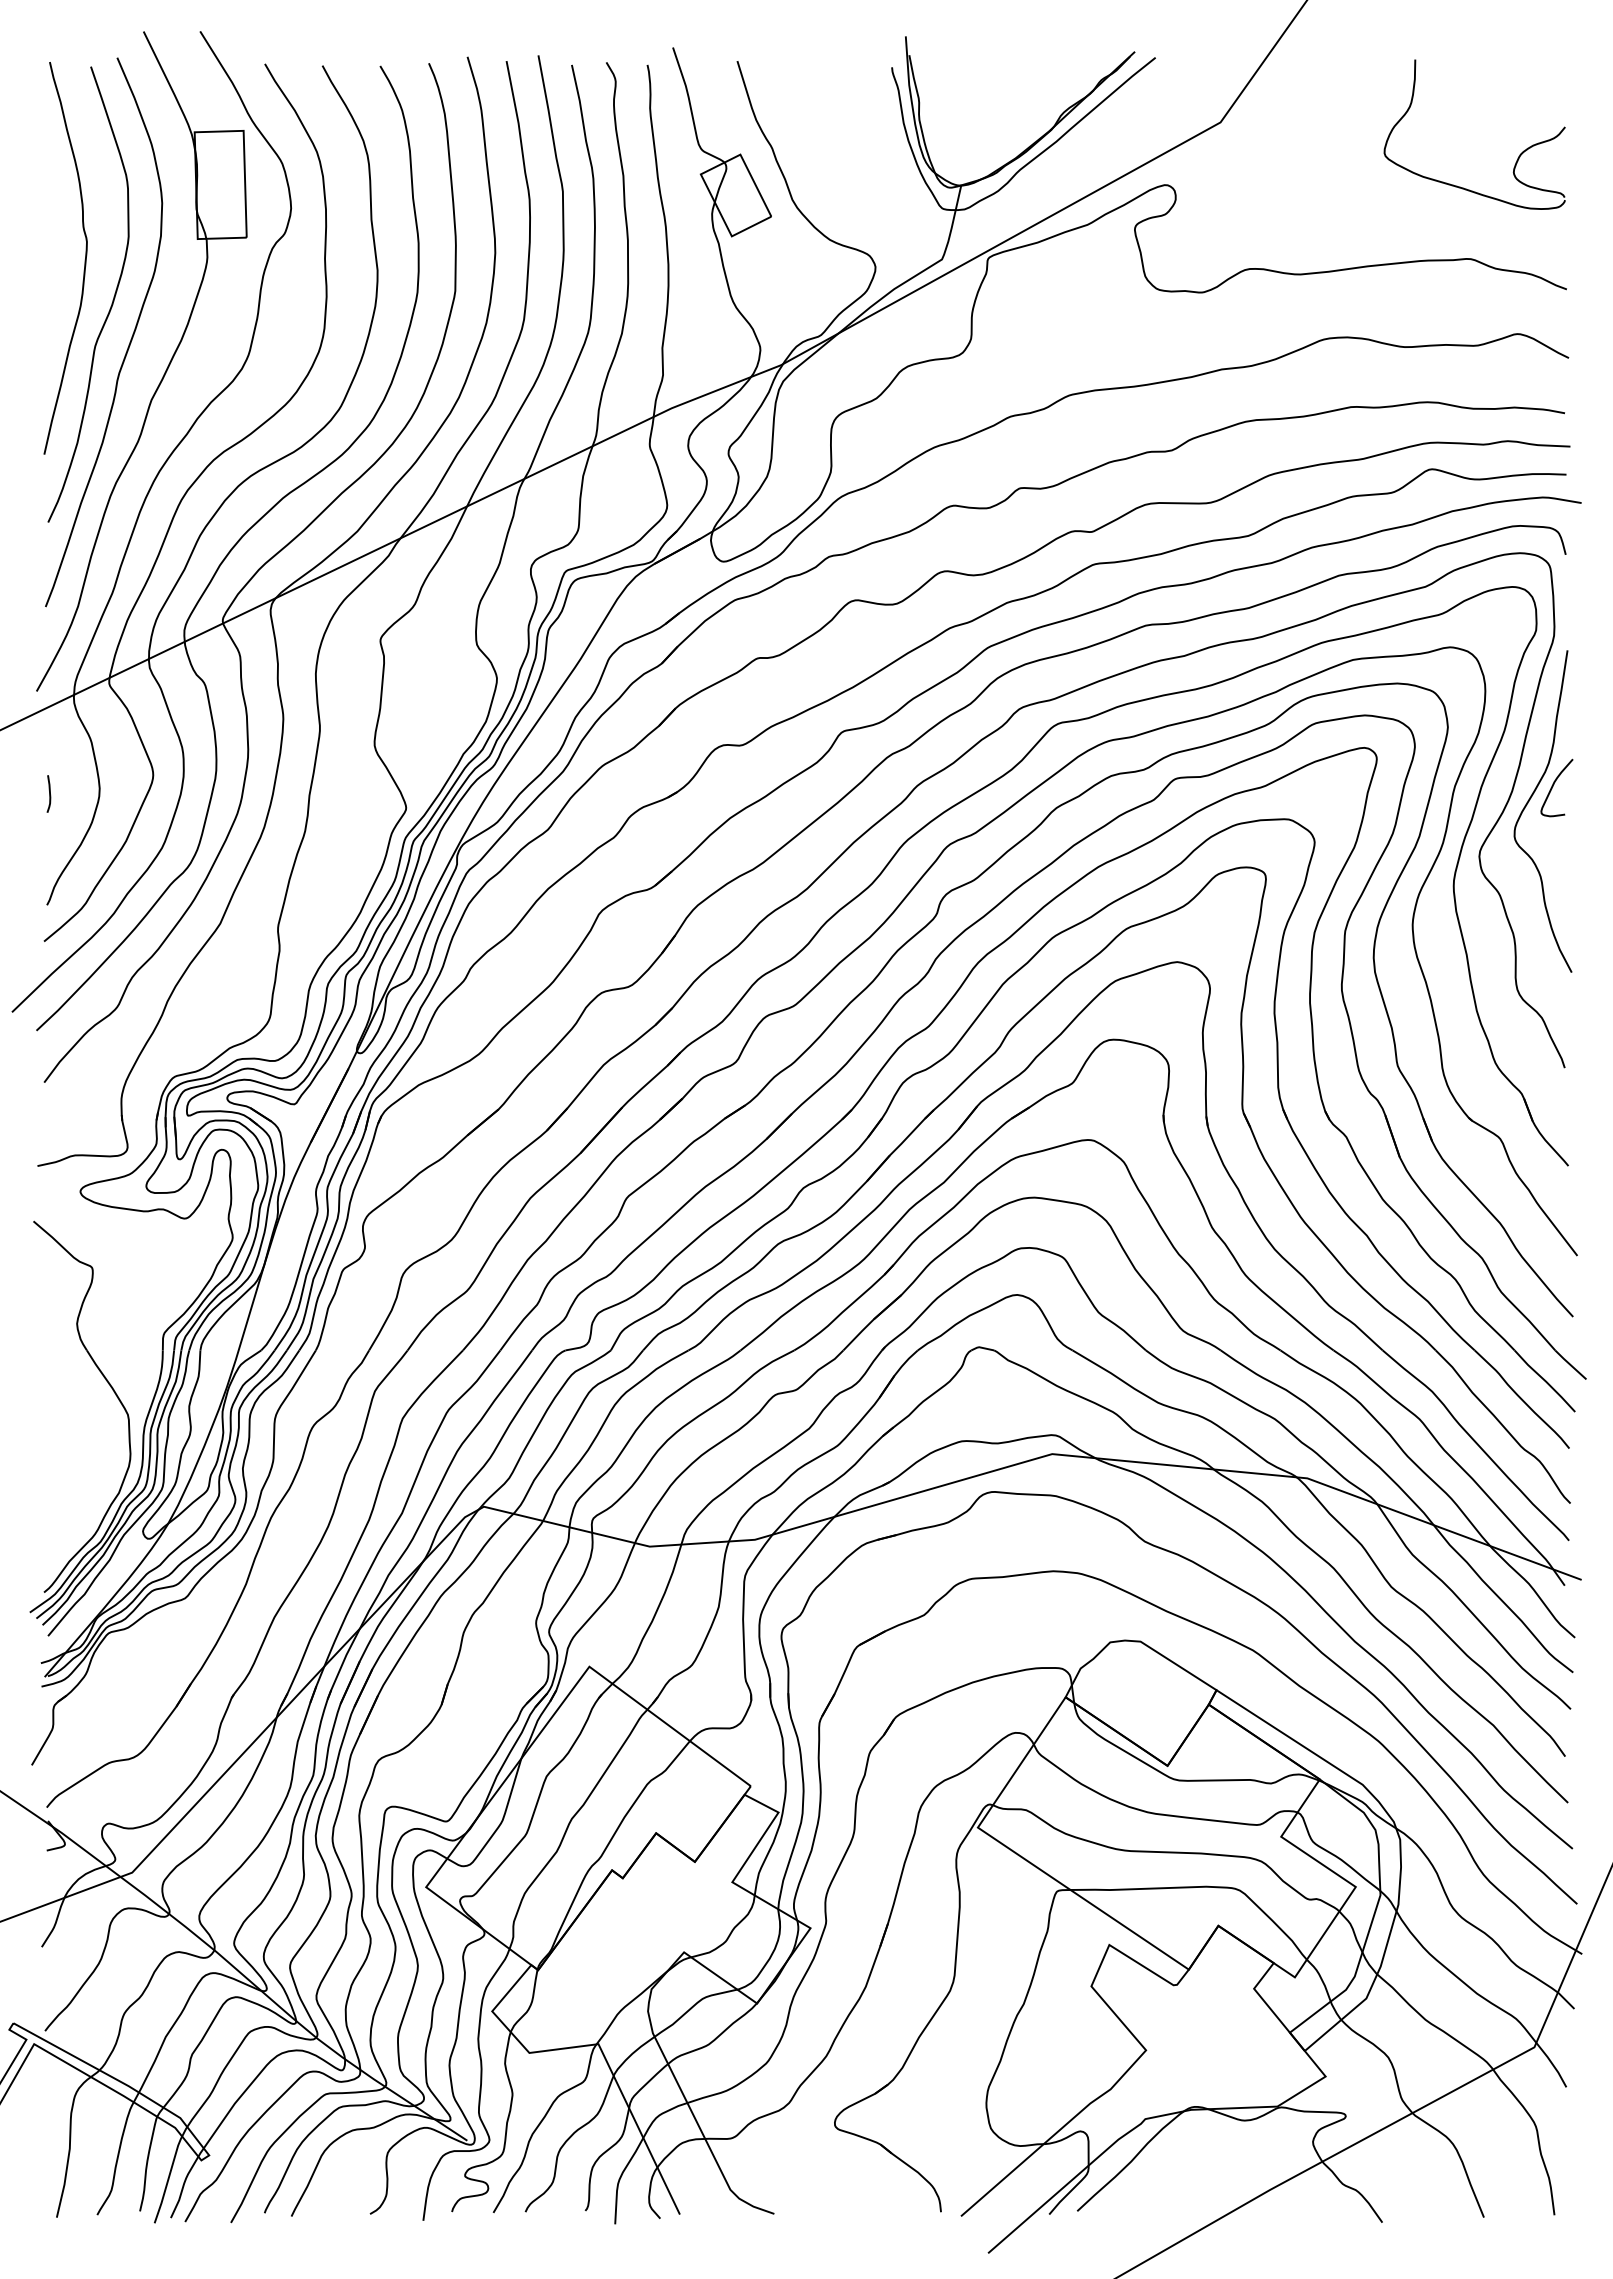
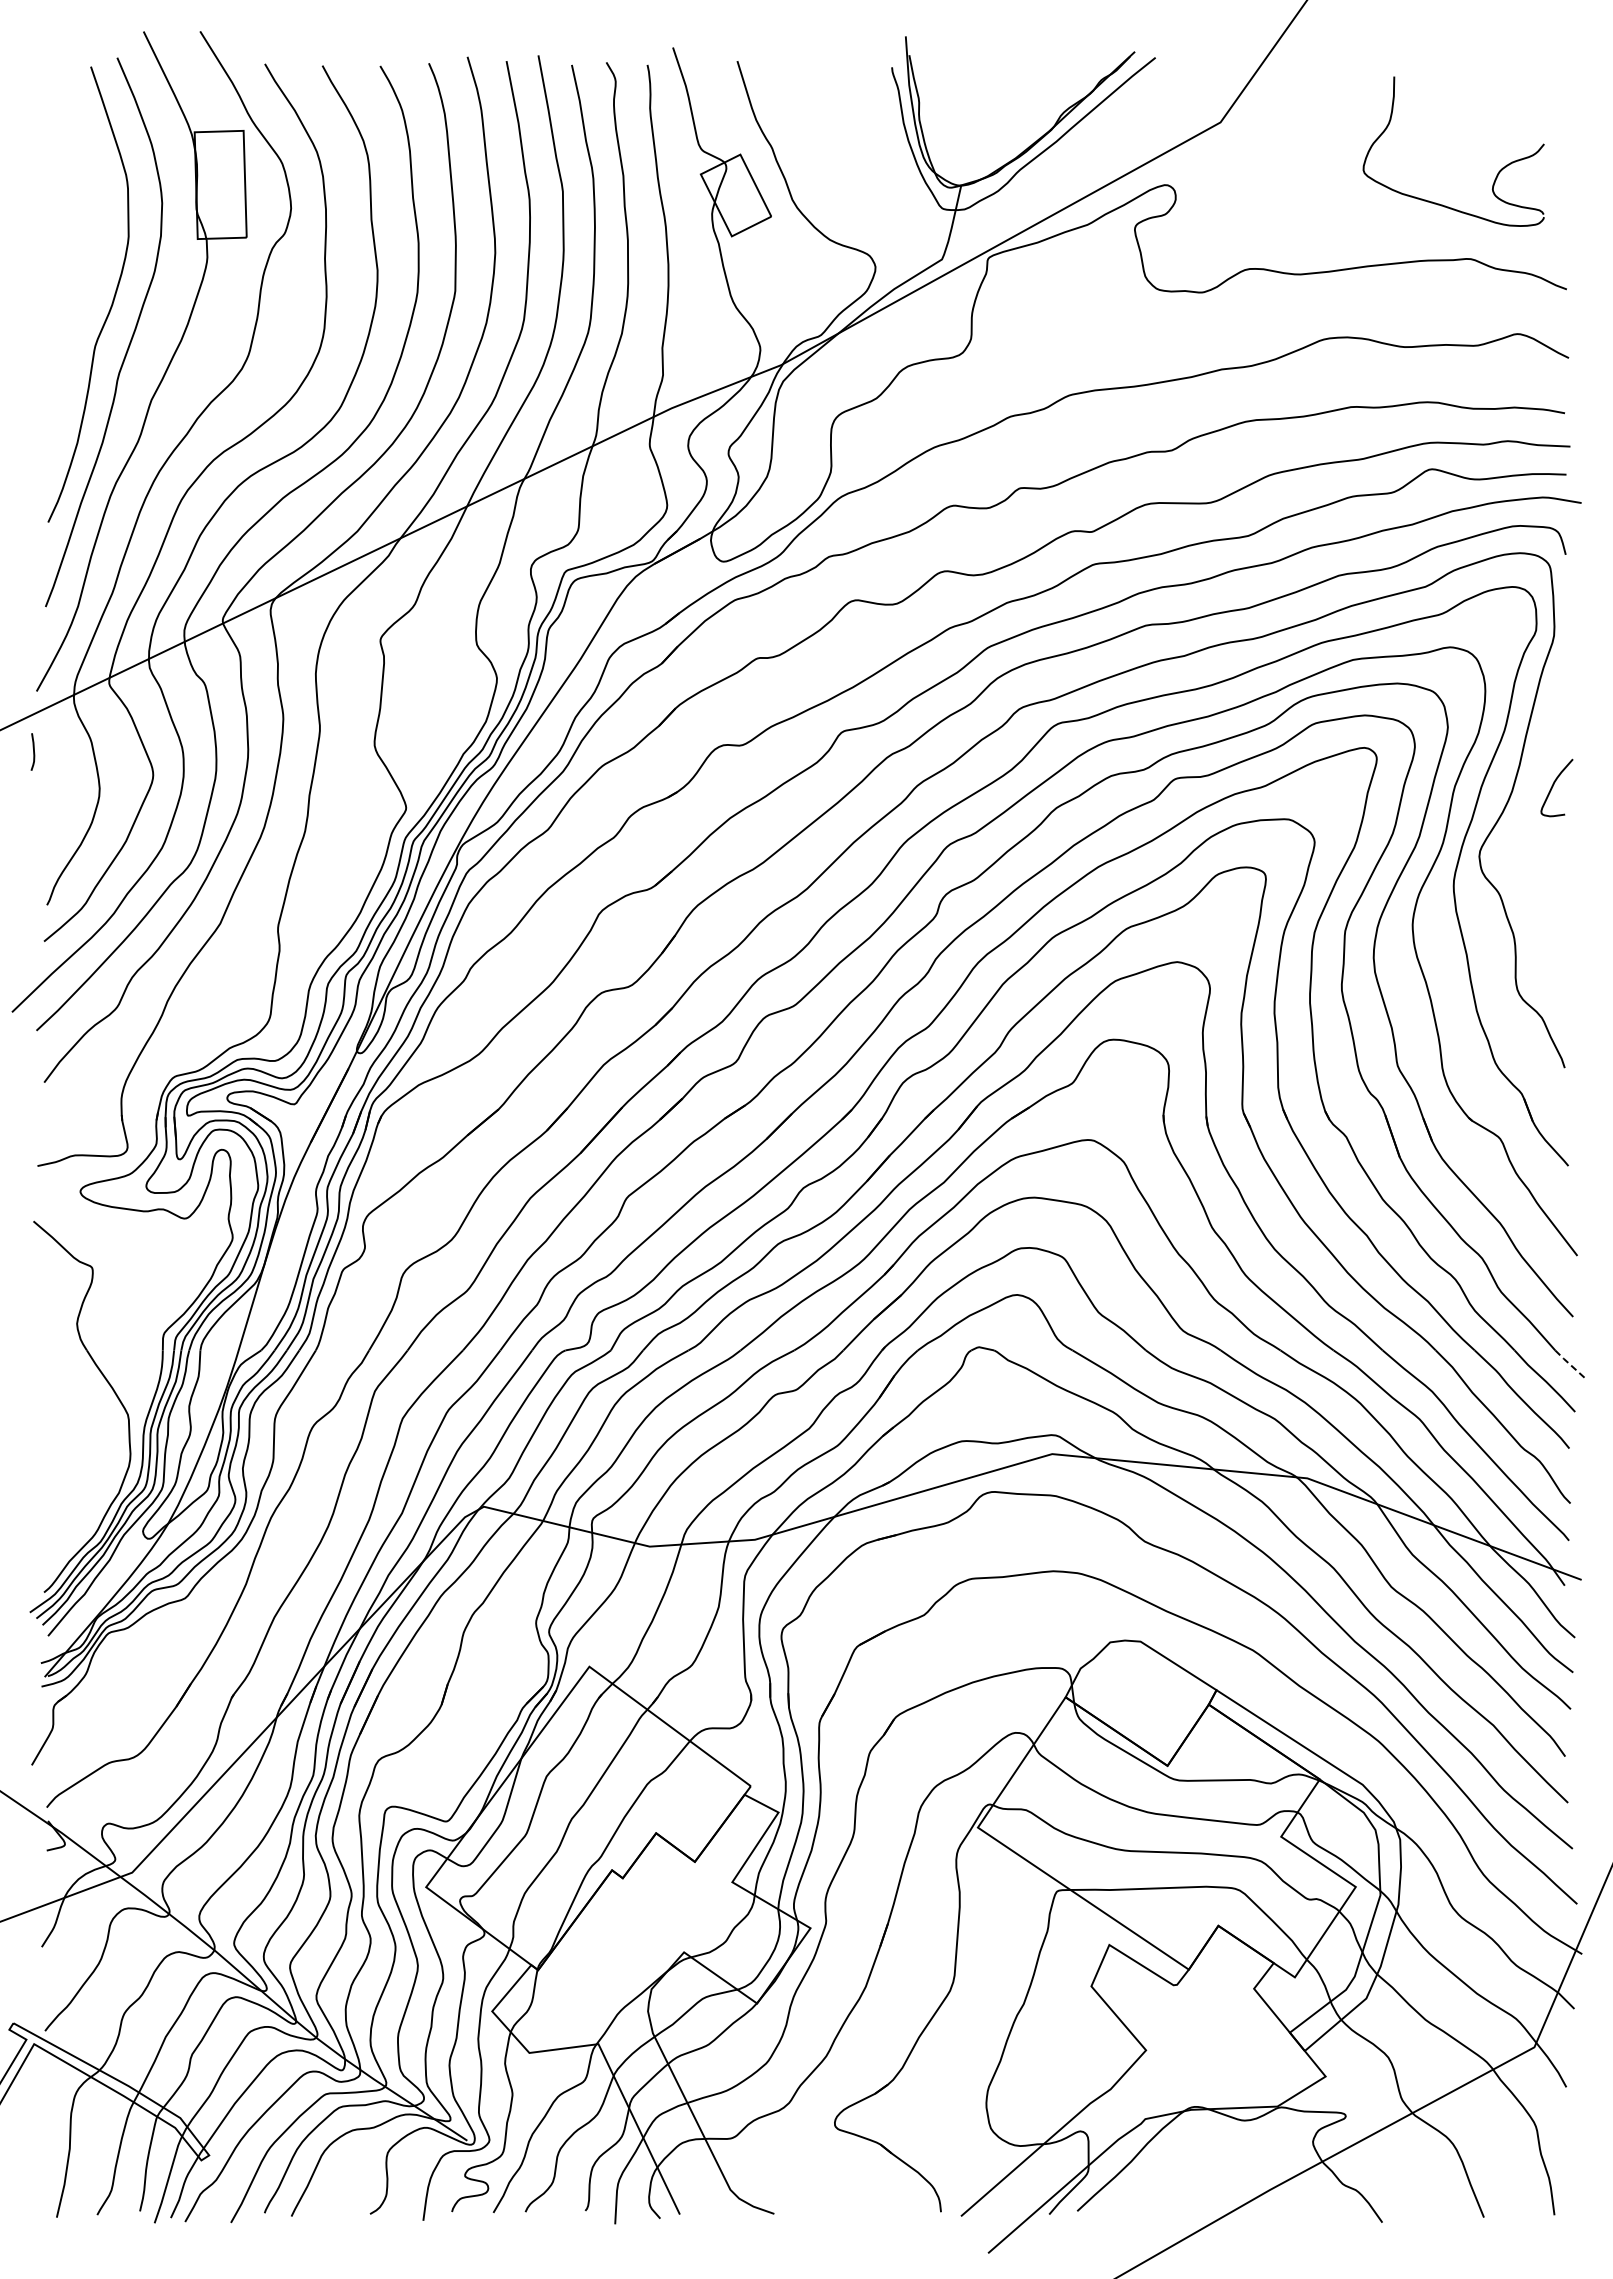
part at (1518, 156) position: (1518, 156) -> (1497, 173)
curve at (84, 259): present -> none
curve at (49, 793) position: (49, 793) -> (33, 751)
curve at (1528, 803): present -> none
line at (1570, 1364): solid -> dashed
